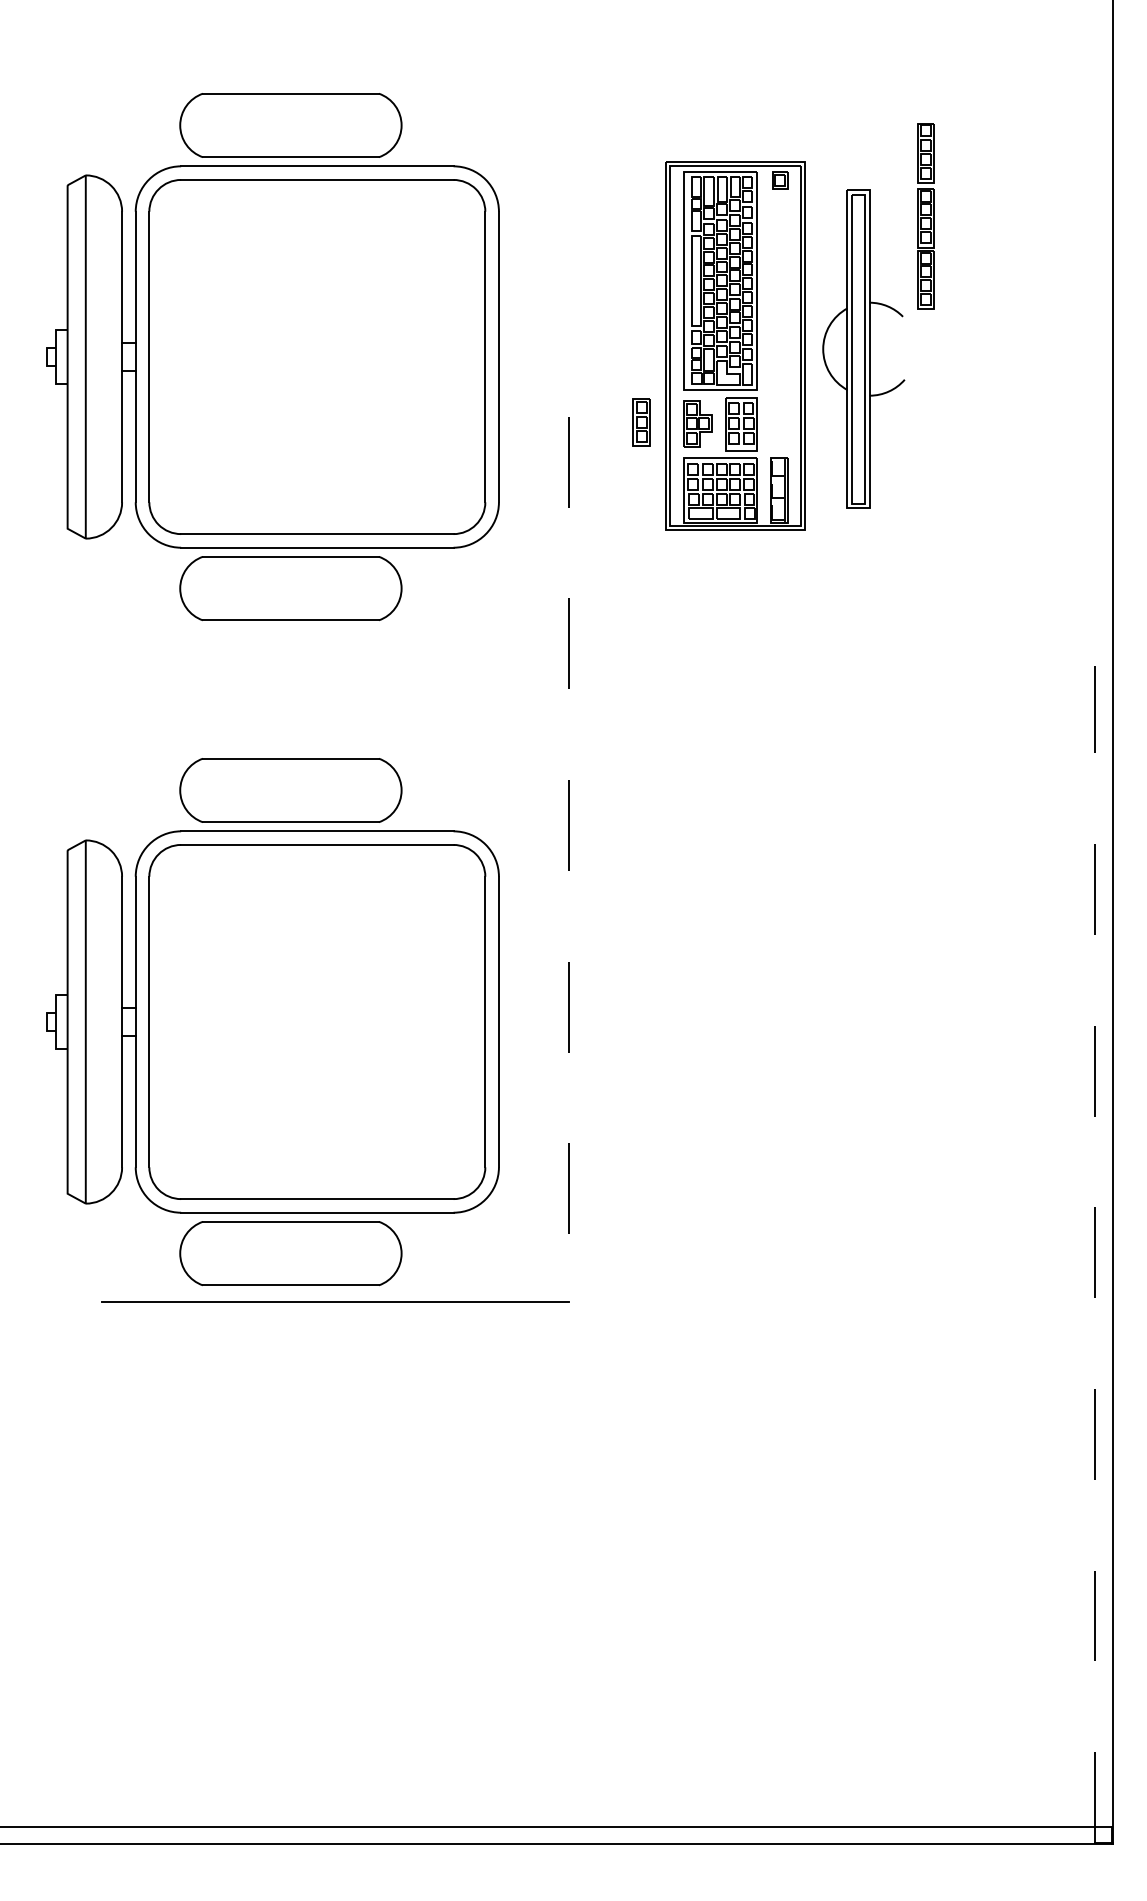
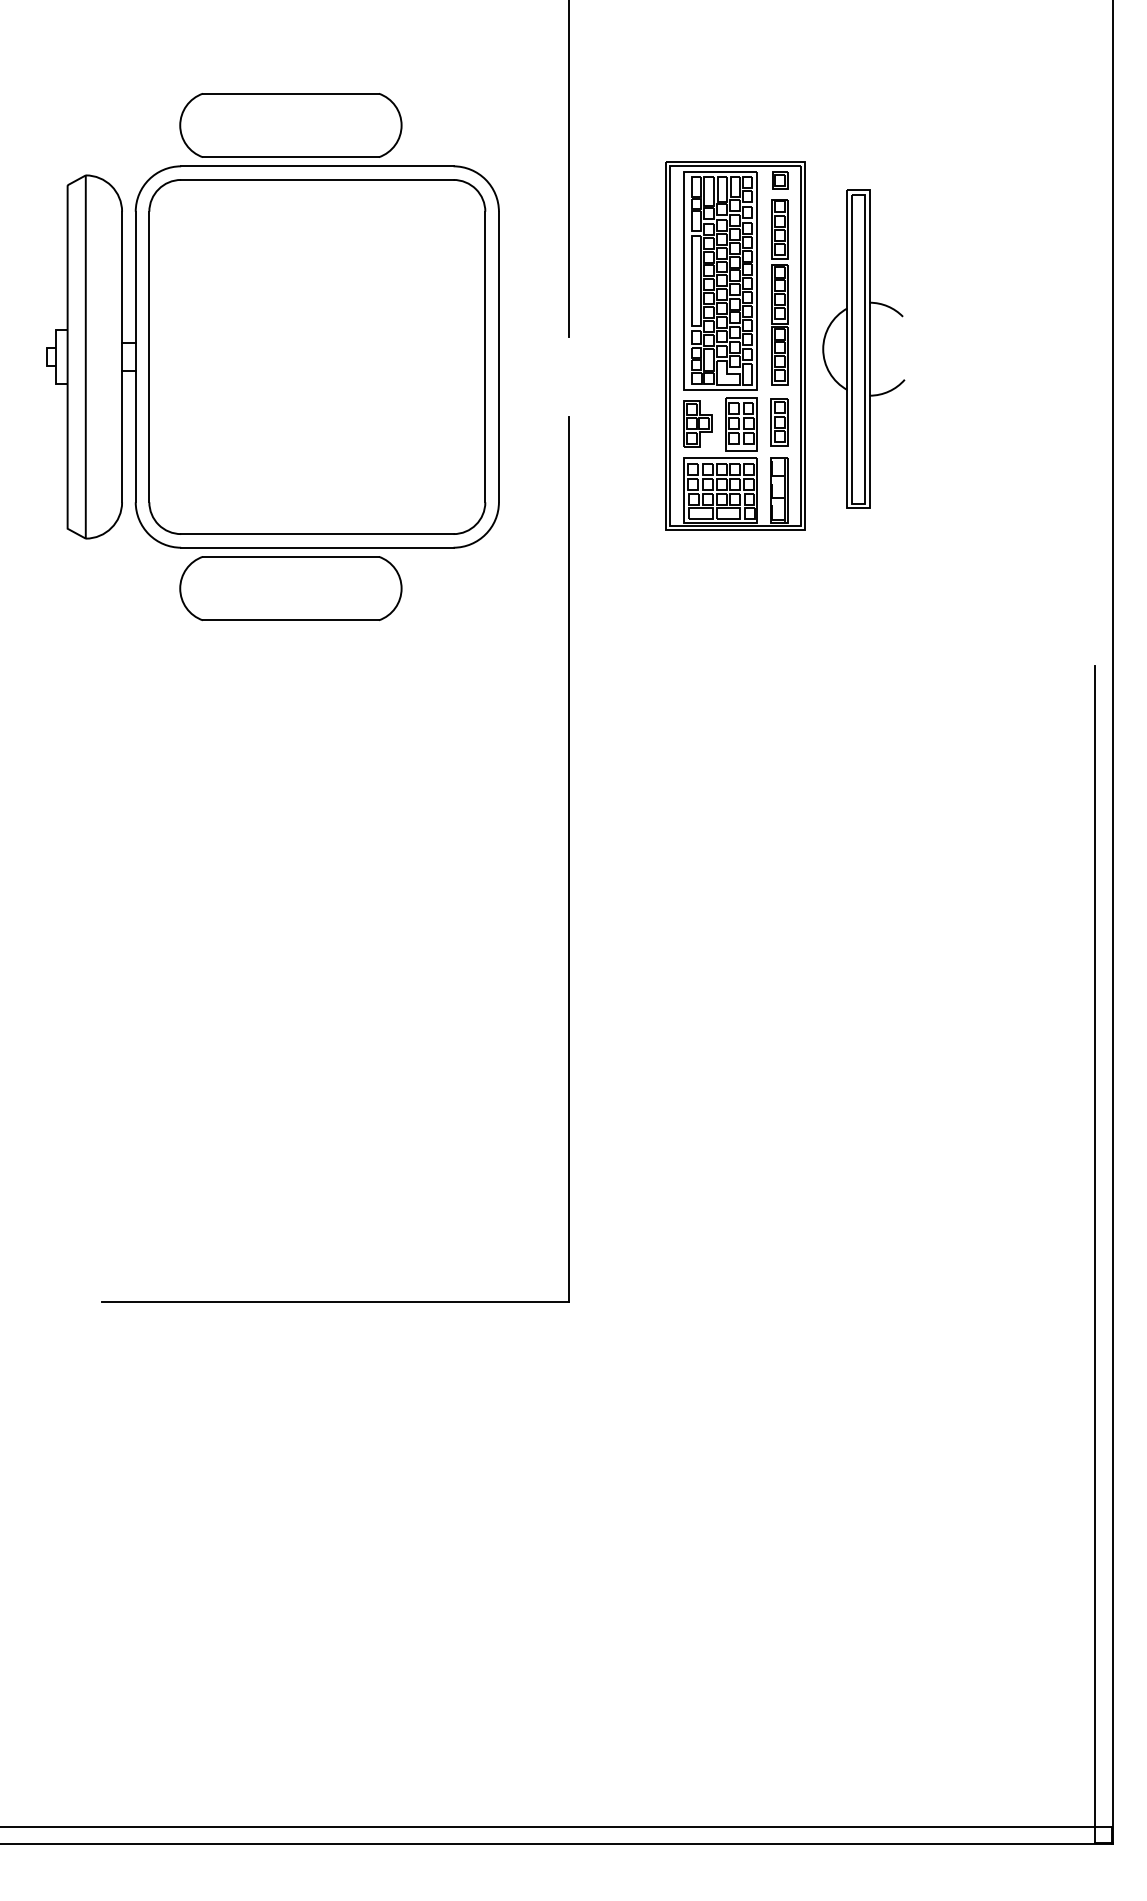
line at (568, 169): none -> present
part at (925, 216) position: (925, 216) -> (779, 292)
part at (641, 422) position: (641, 422) -> (779, 422)
line at (568, 859): dashed -> solid
part at (272, 1021): present -> none
line at (1095, 1254): dashed -> solid
